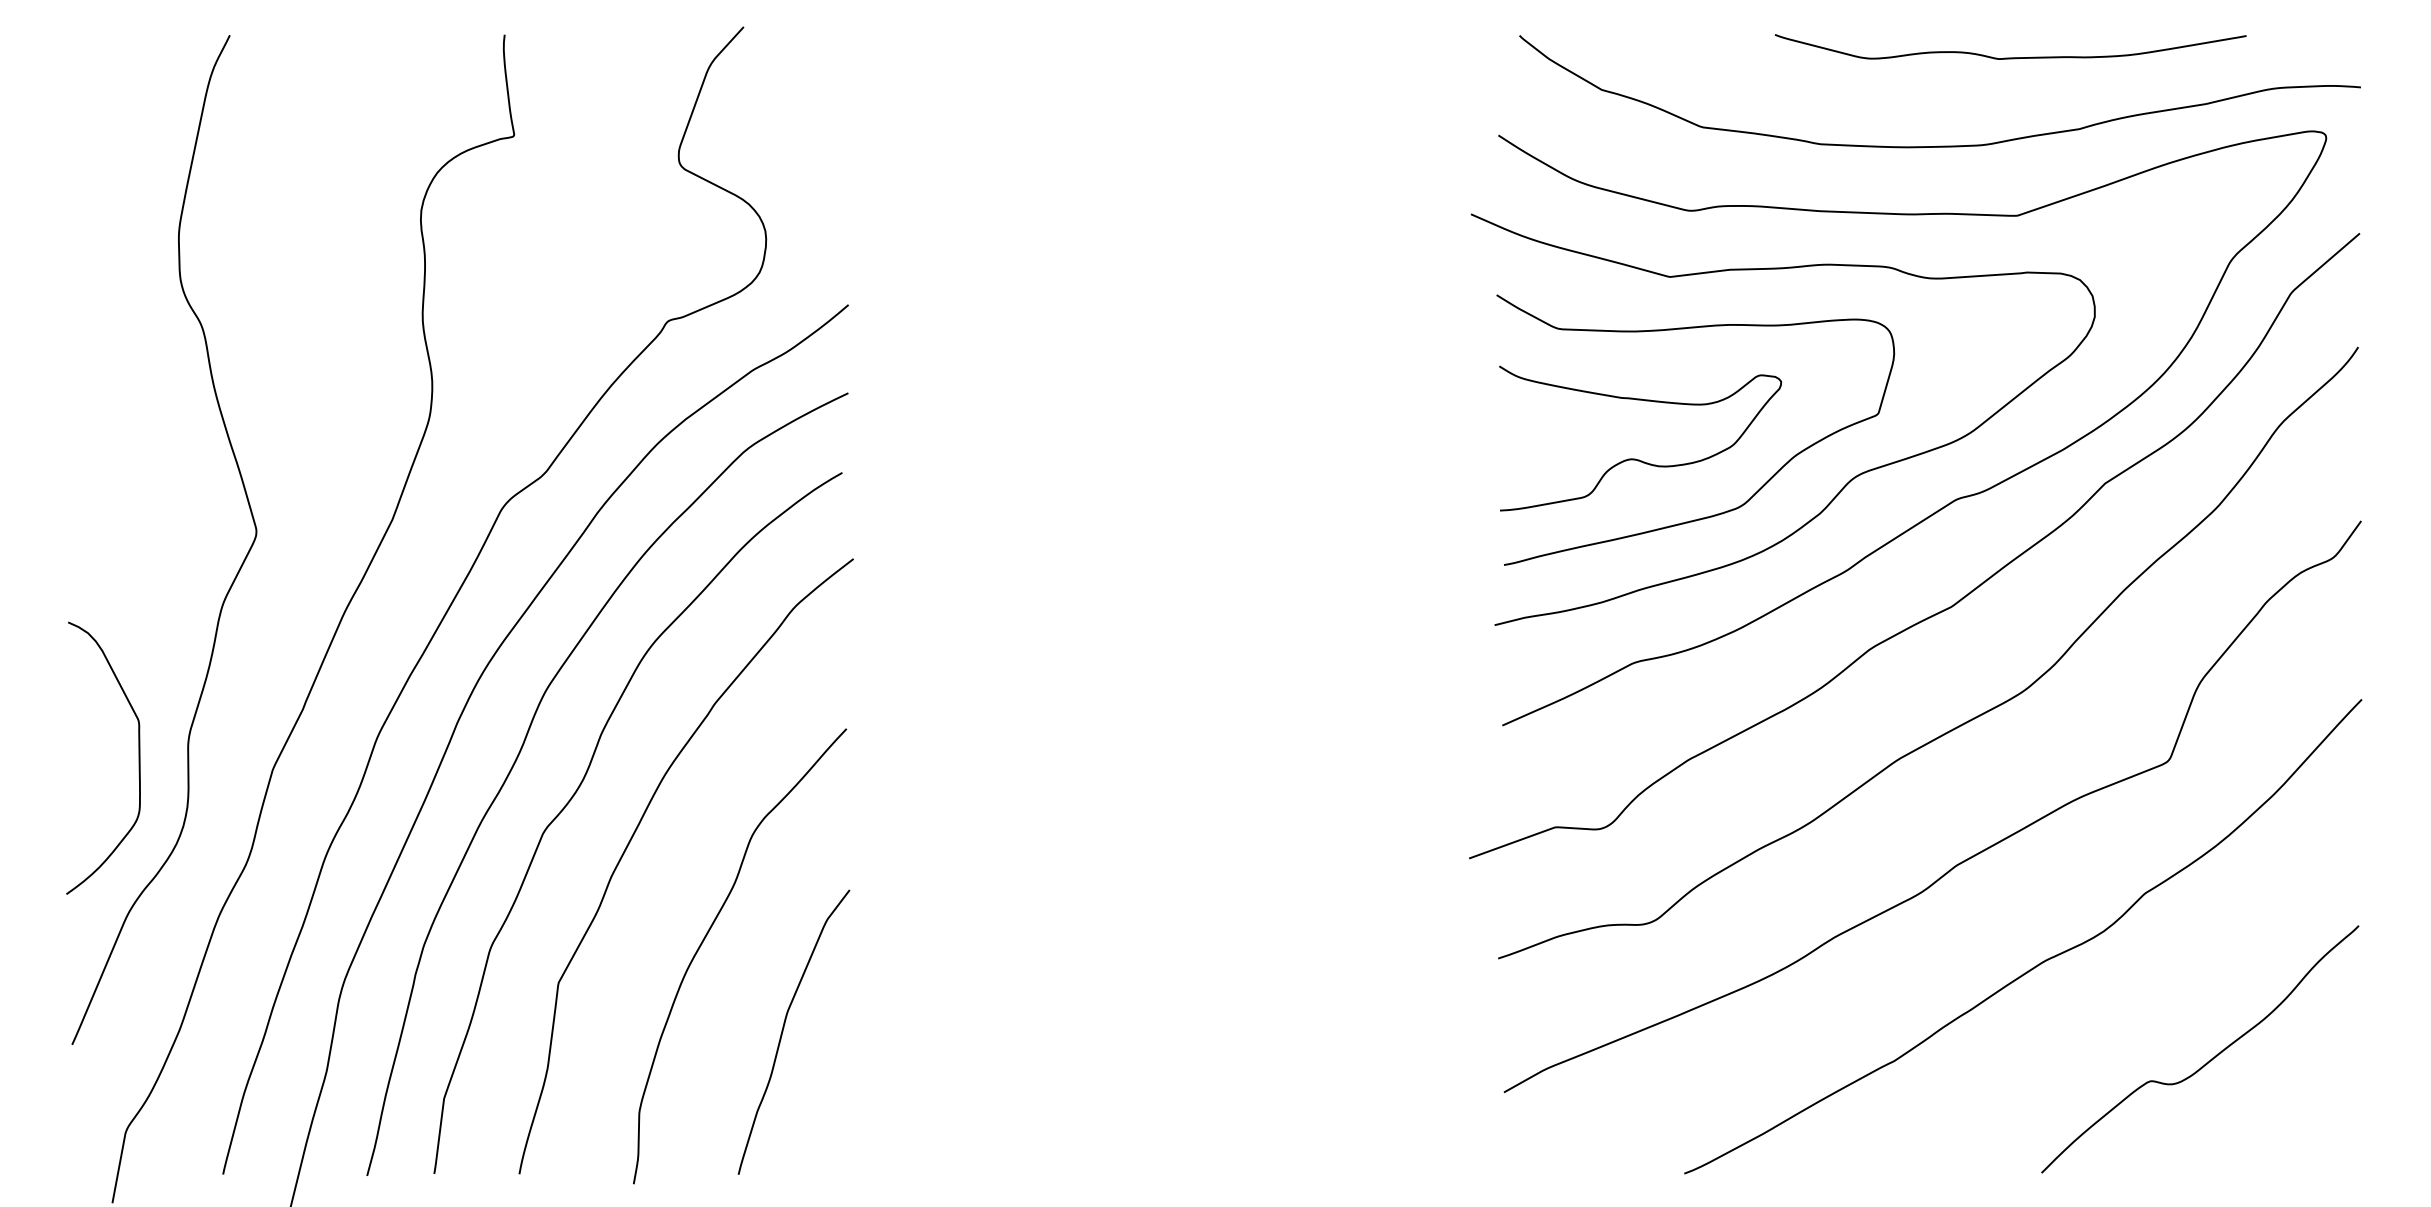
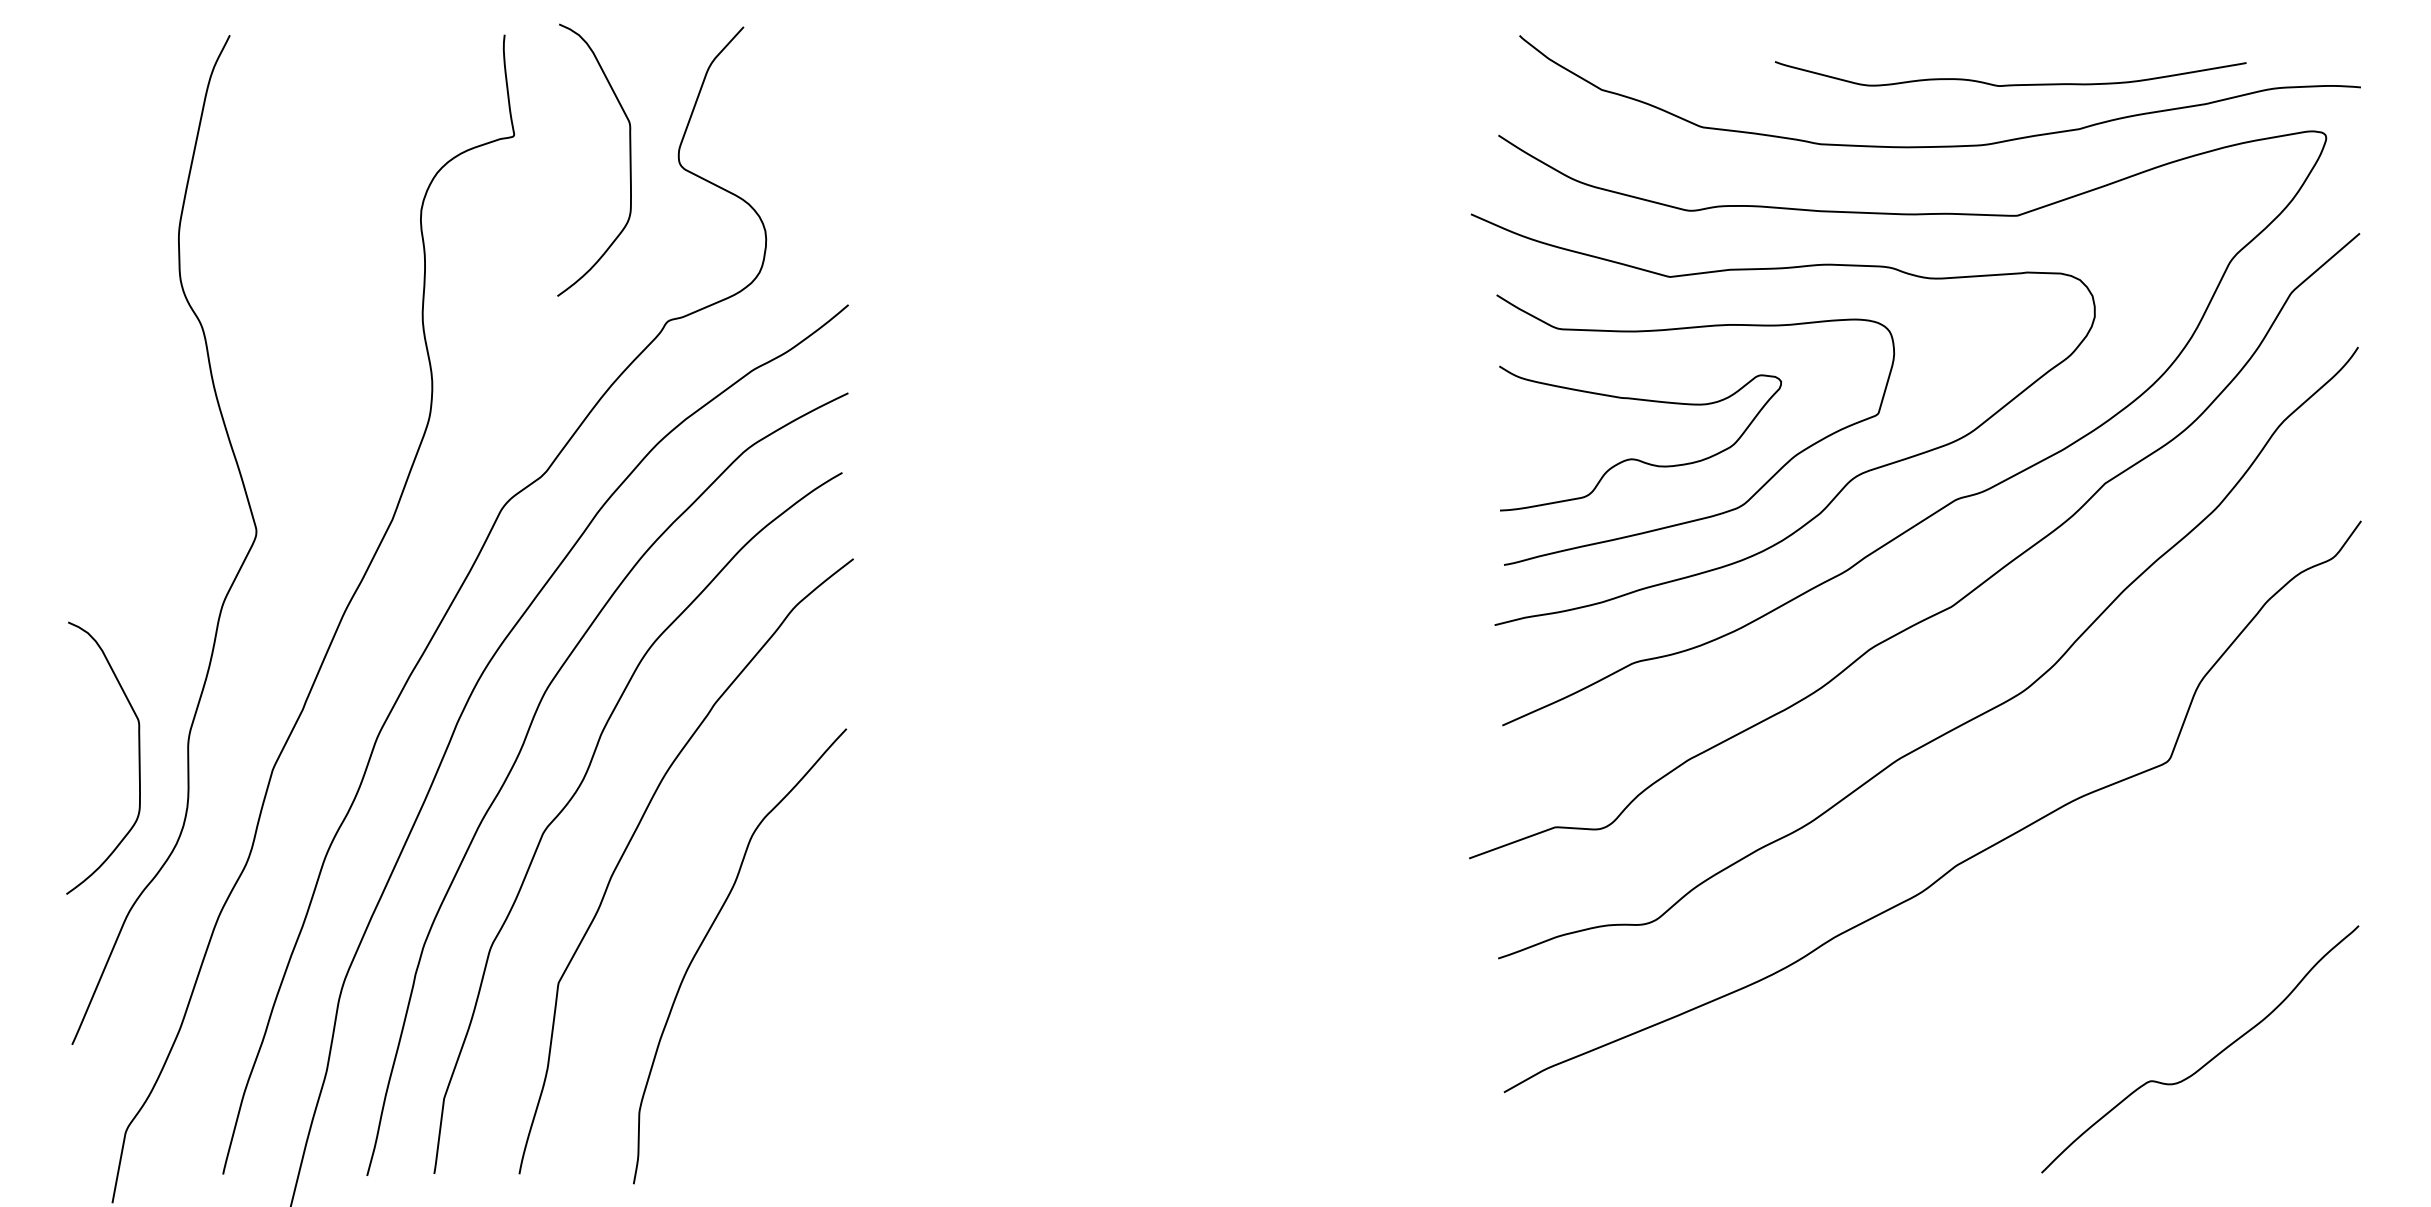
curve at (2010, 57) position: (2010, 57) -> (2010, 84)
curve at (629, 159): none -> present
curve at (2040, 962): present -> none
curve at (784, 1028): present -> none
